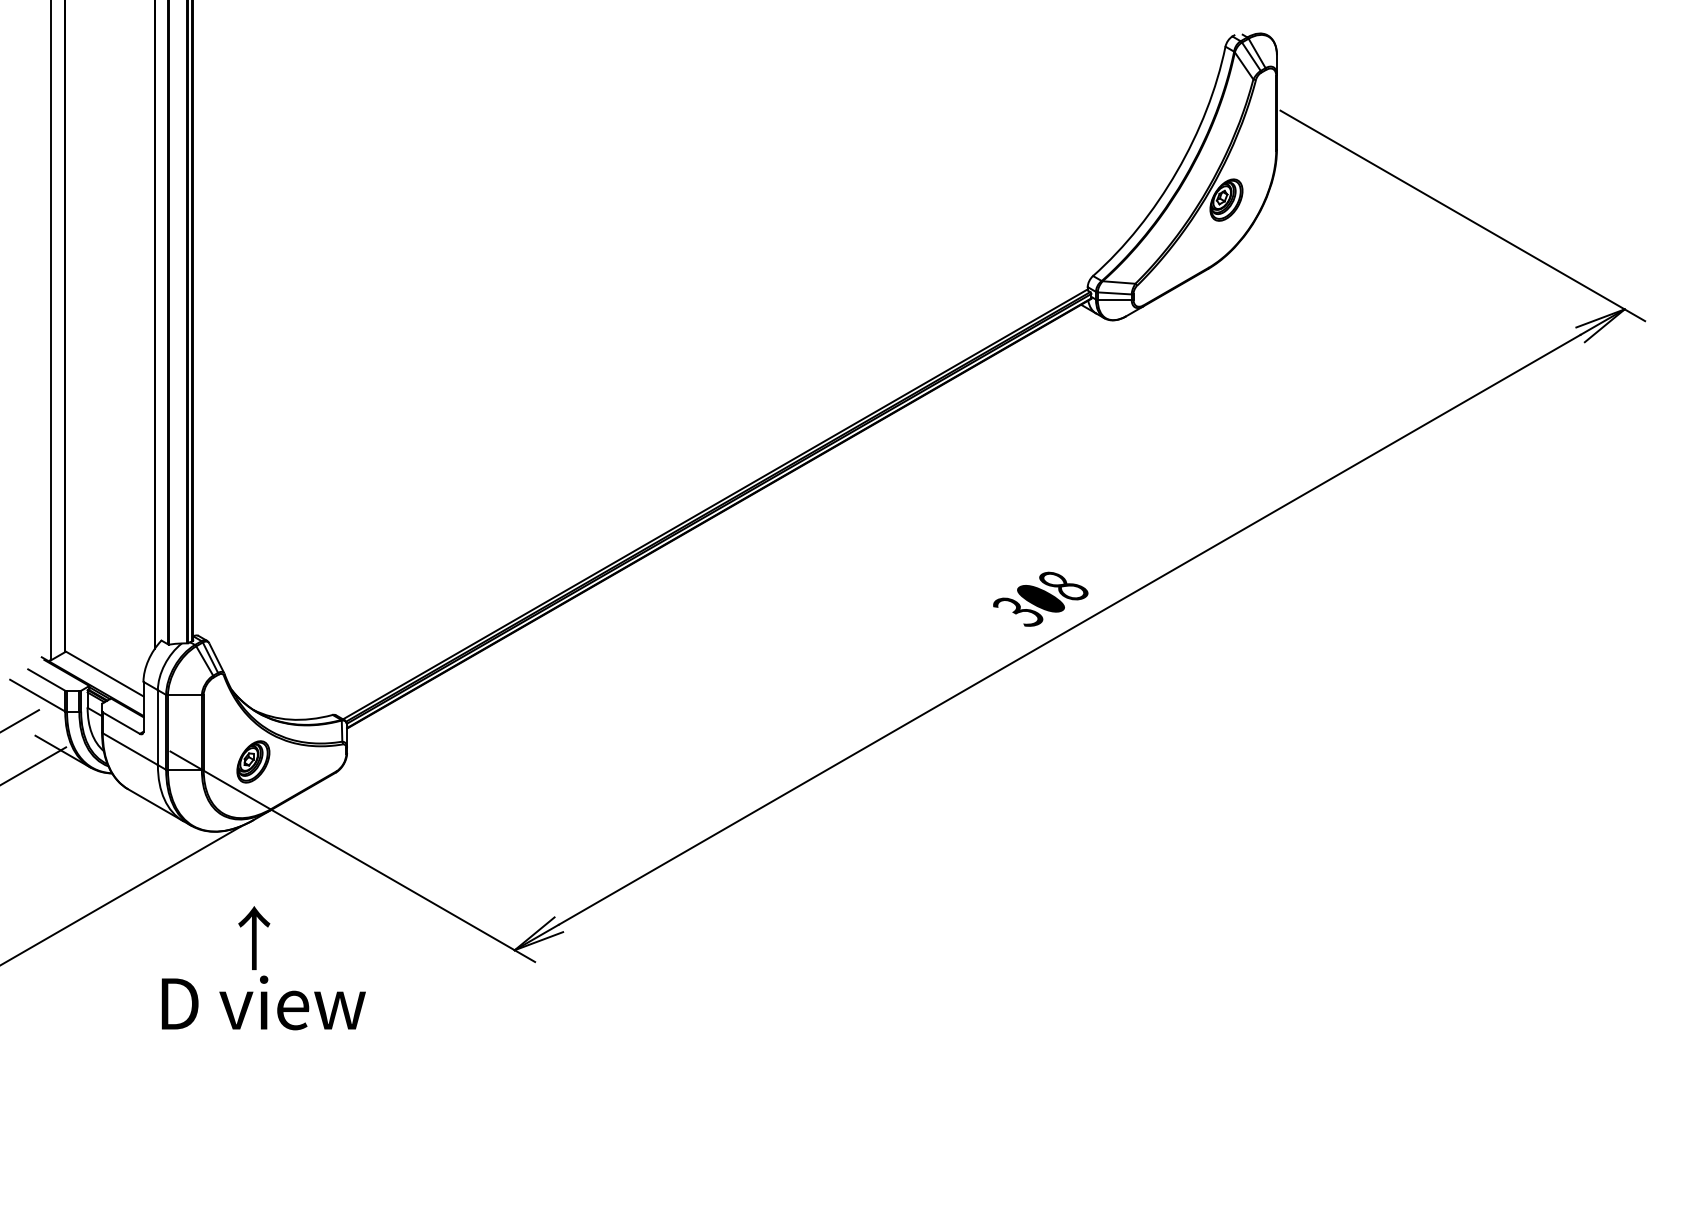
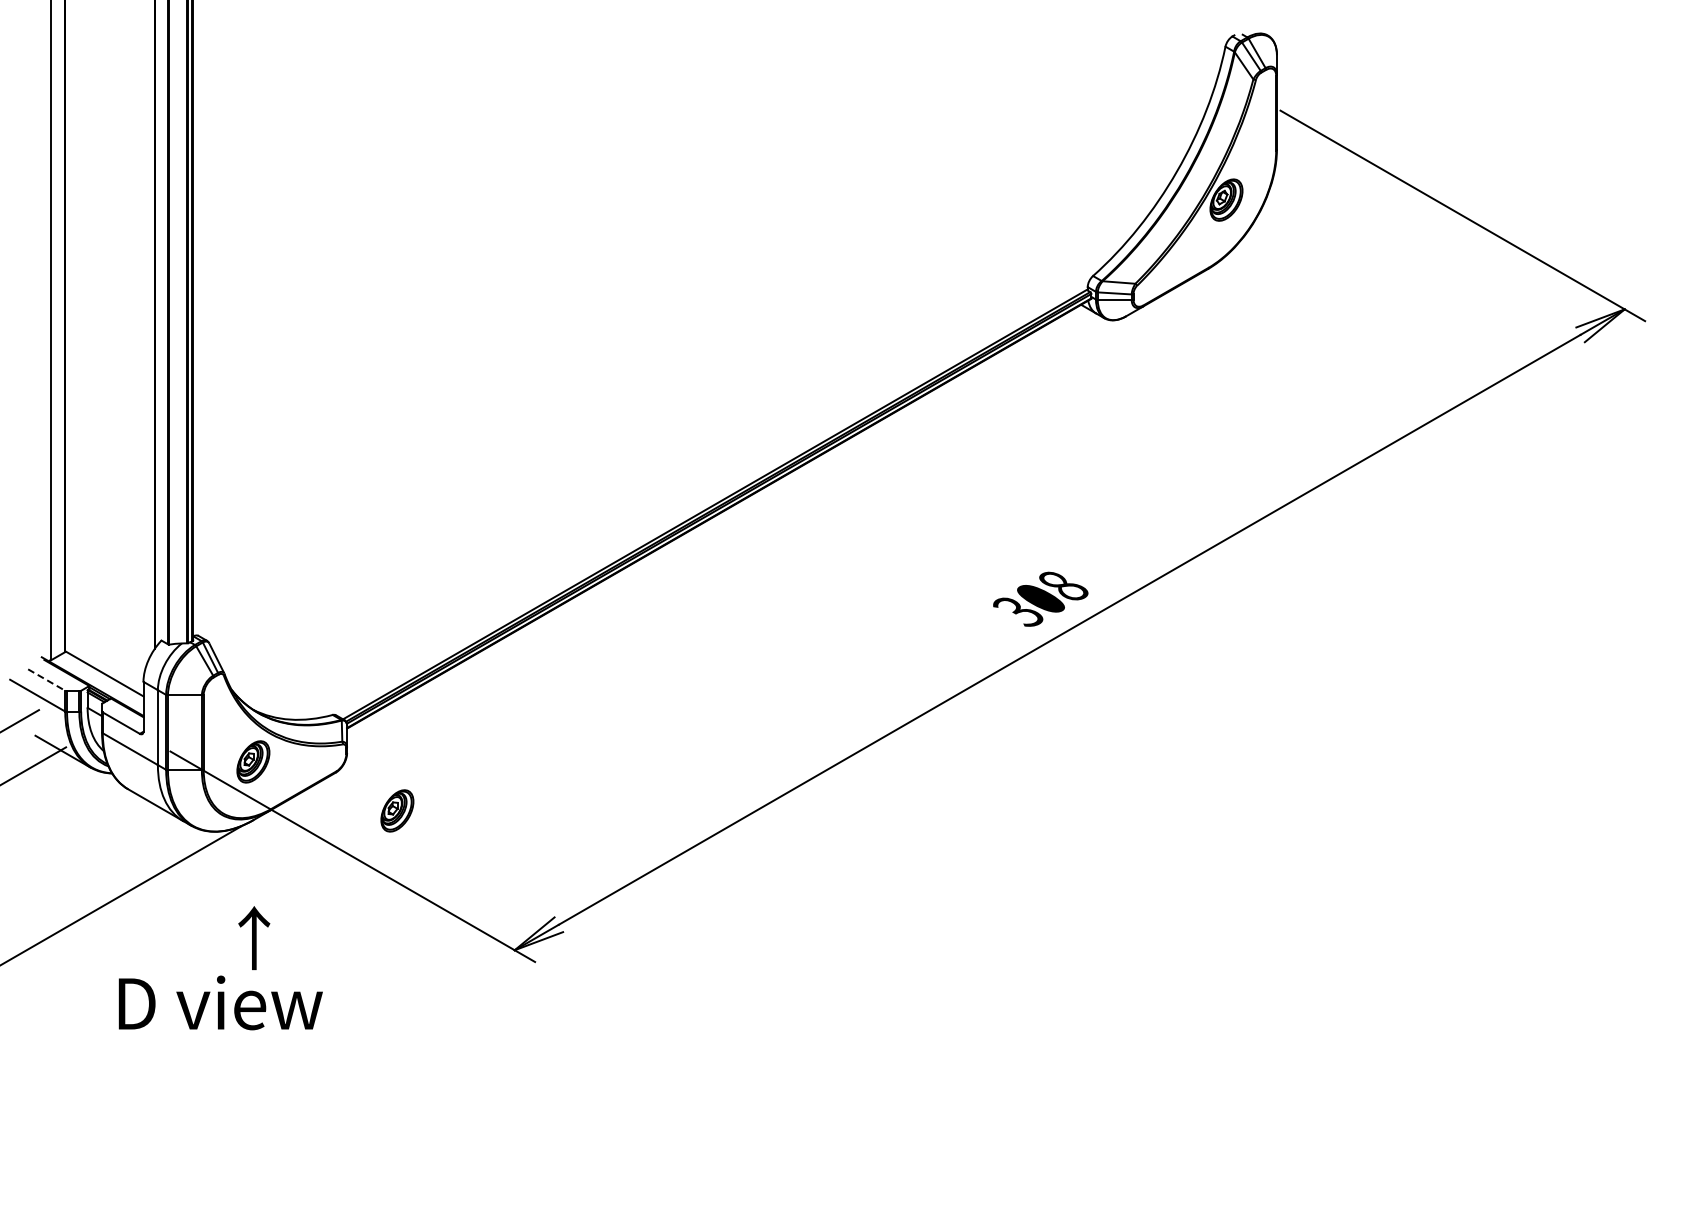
line at (47, 680): solid -> dashed
part at (397, 810): none -> present
text at (263, 1002) position: (263, 1002) -> (220, 1002)
